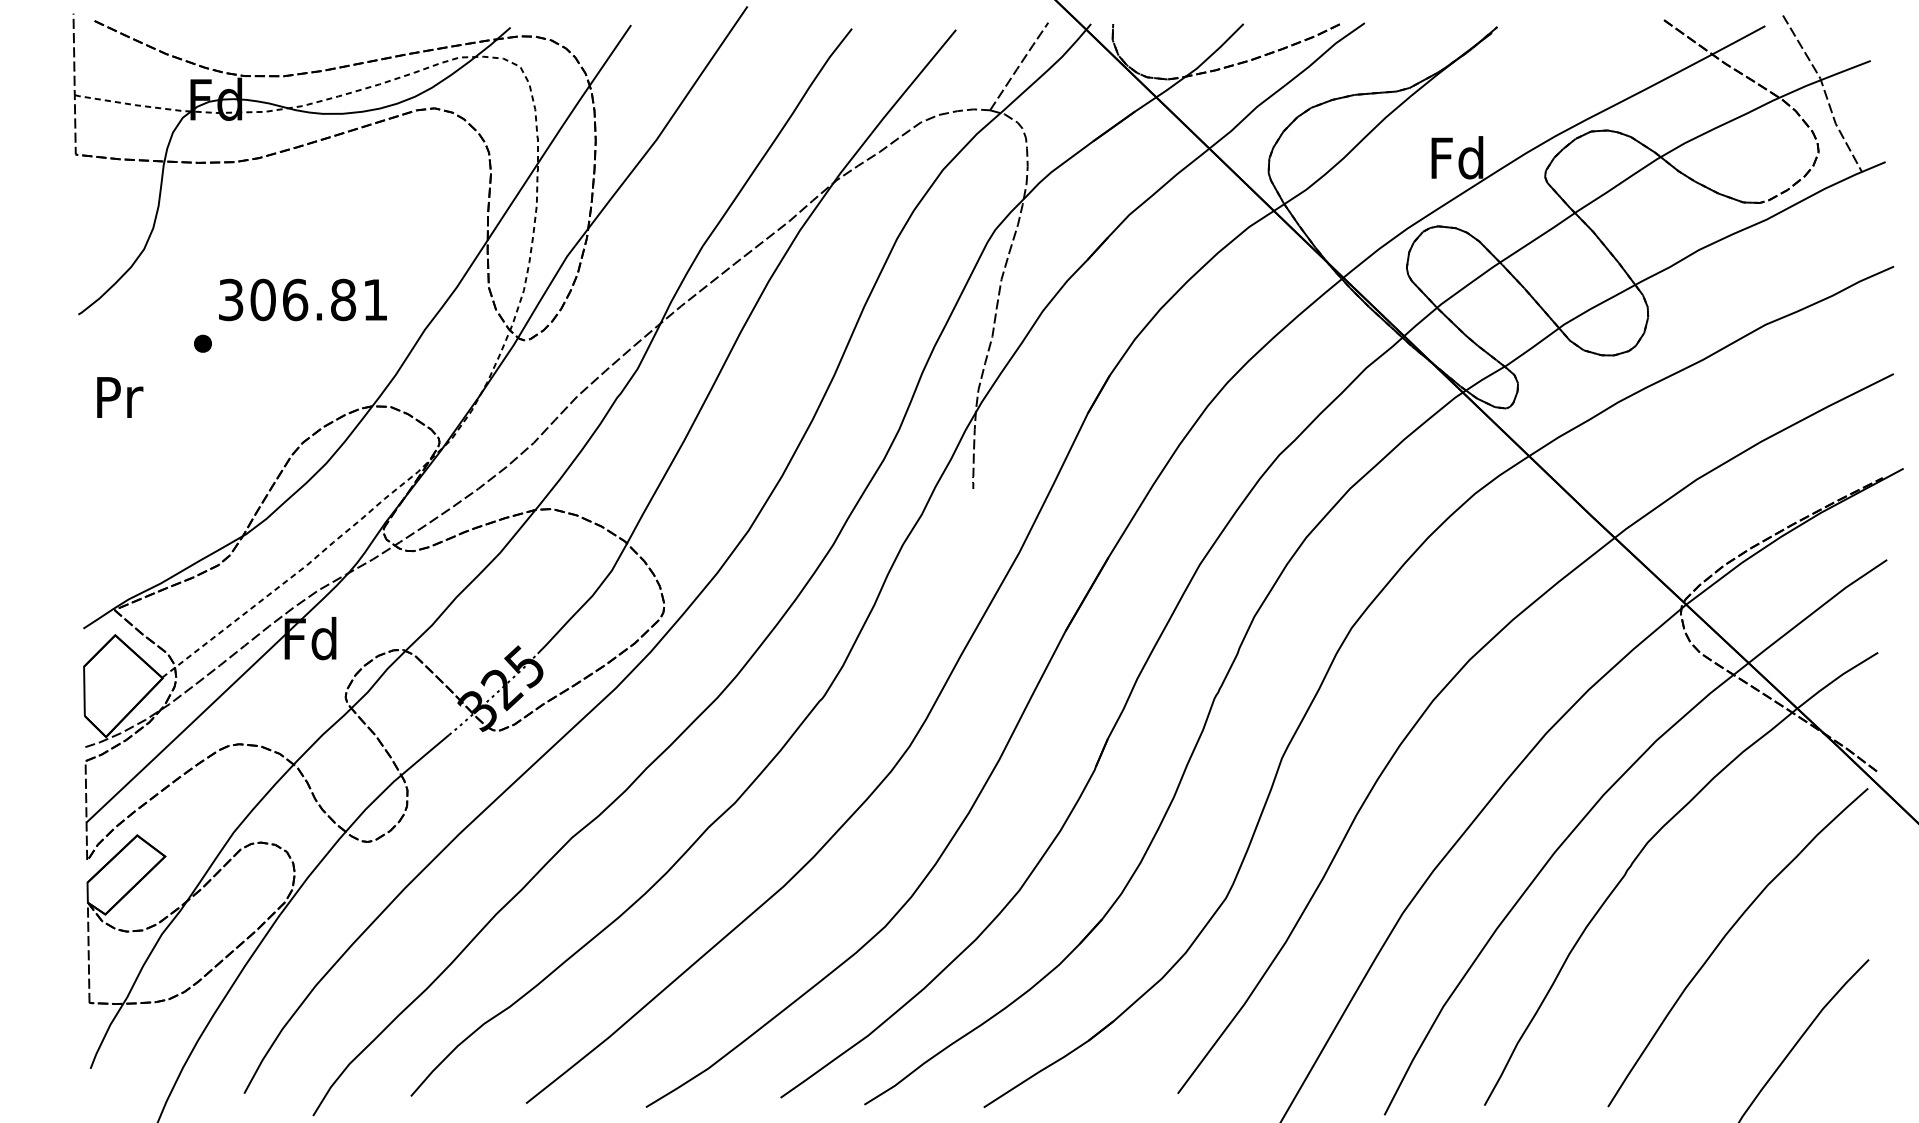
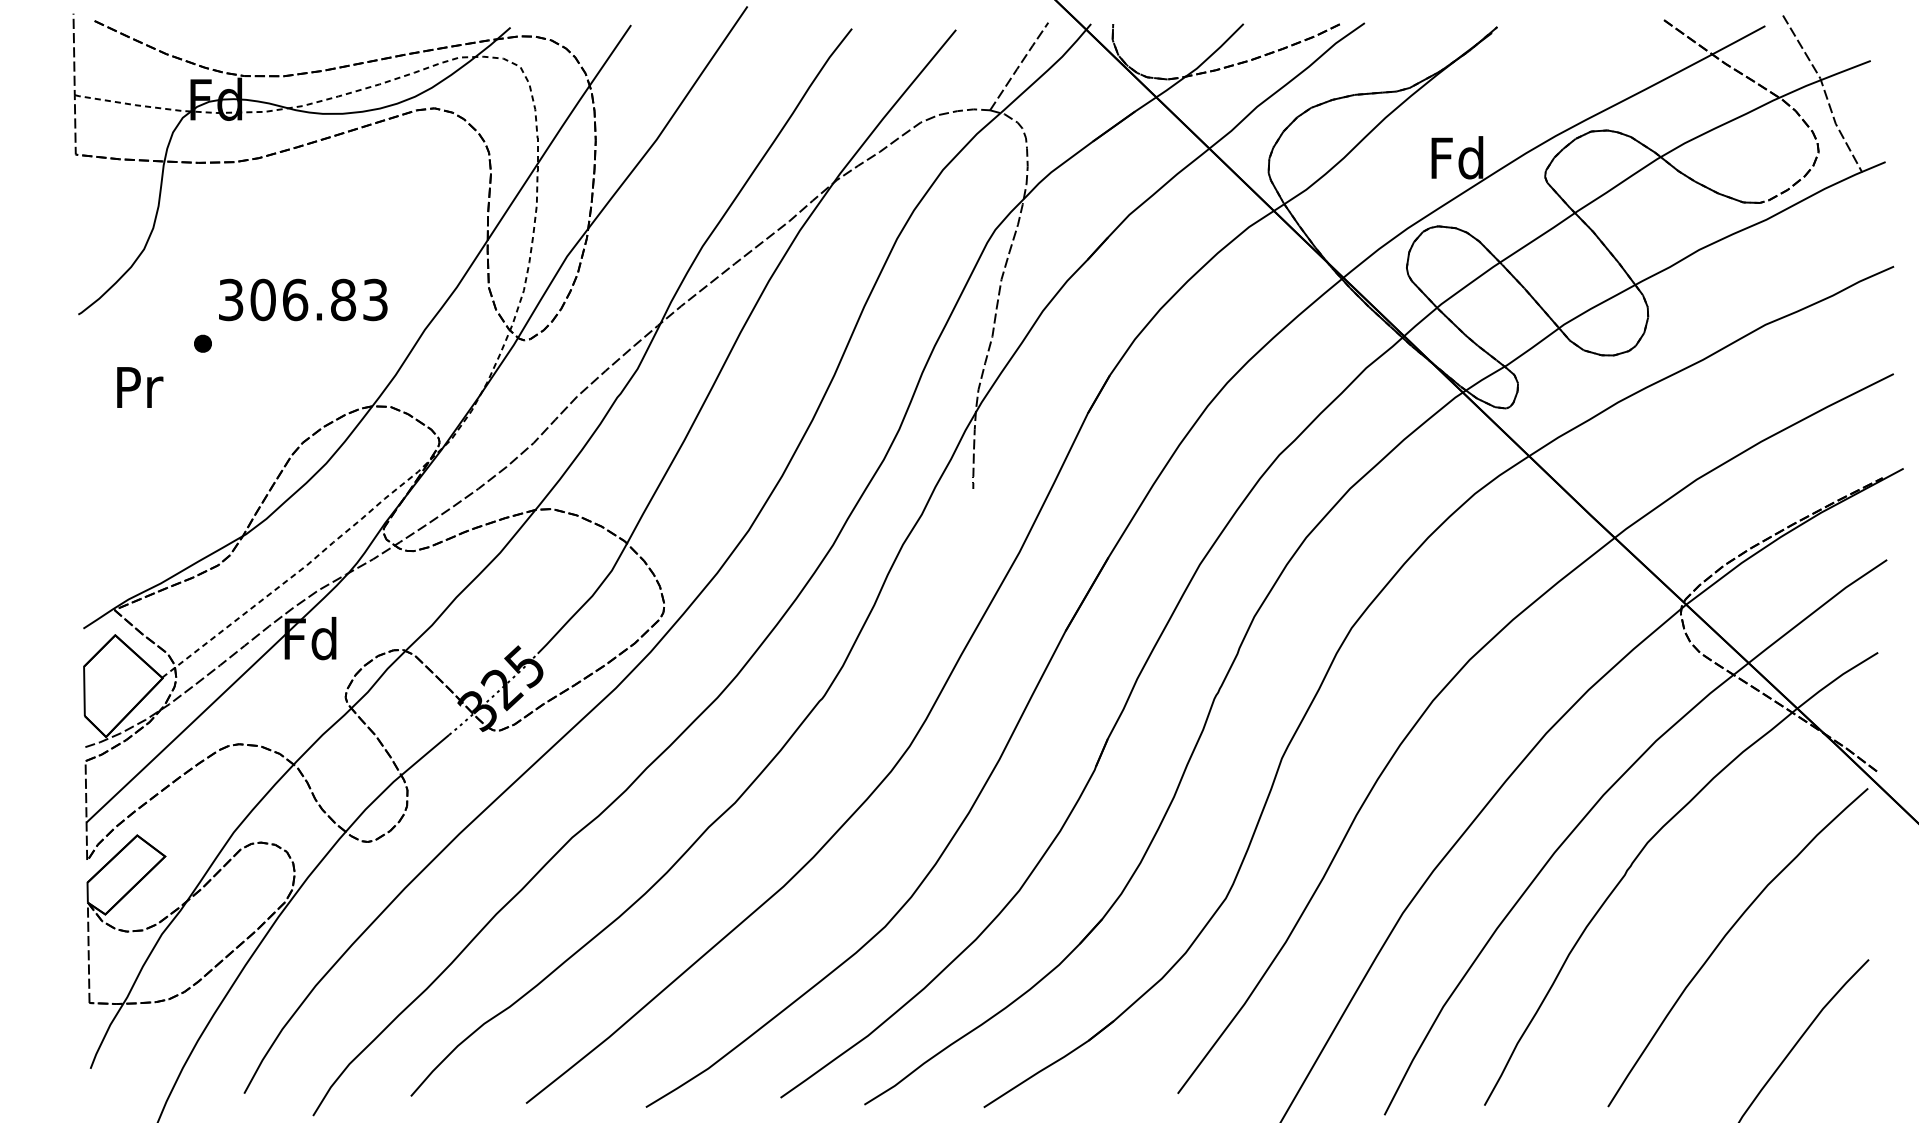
text at (375, 299): 306.81 -> 306.83
text at (120, 397) position: (120, 397) -> (140, 387)
